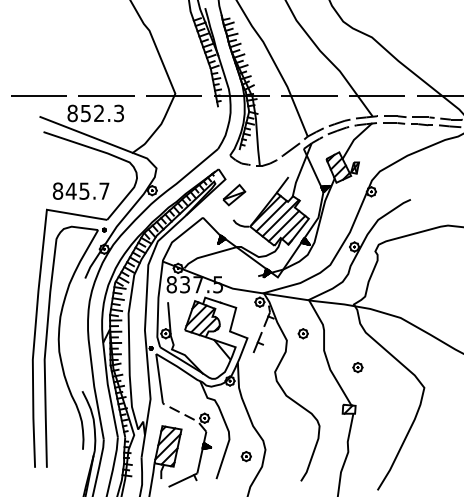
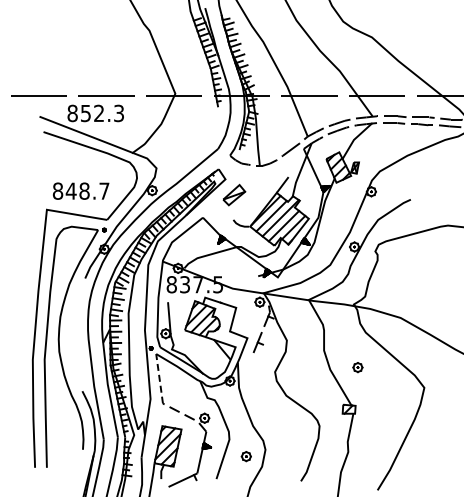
text at (84, 190): 845.7 -> 848.7
part at (302, 333): present -> none
line at (159, 378): solid -> dashed
